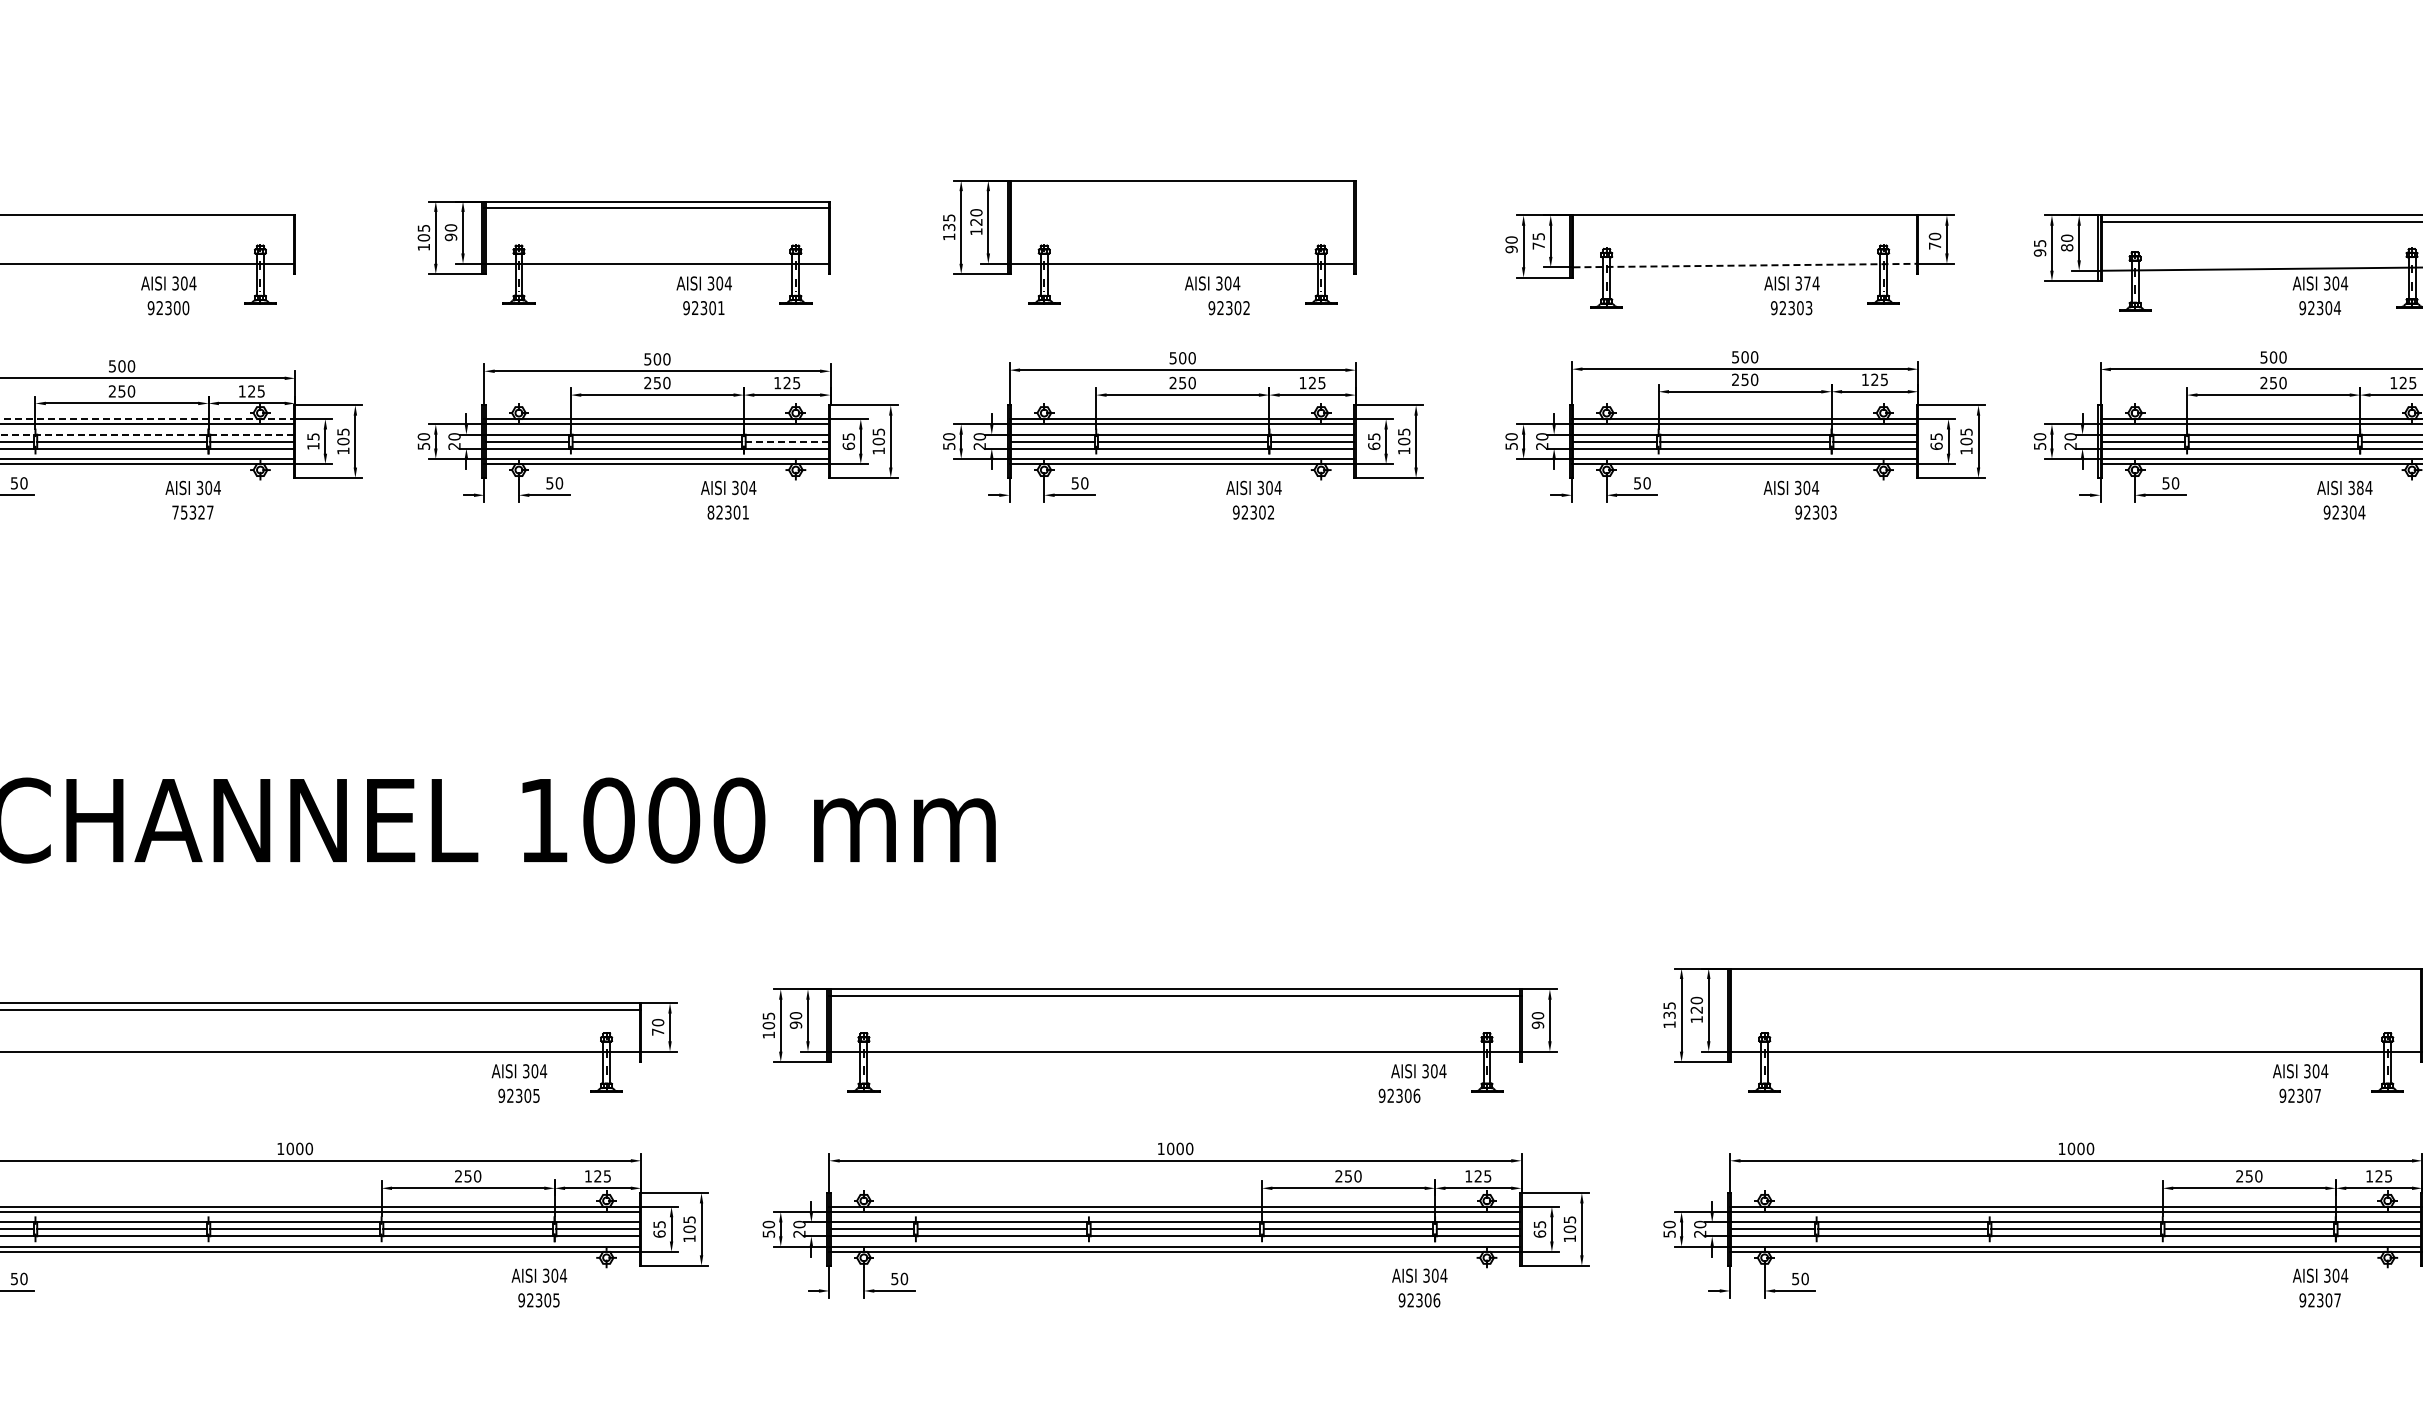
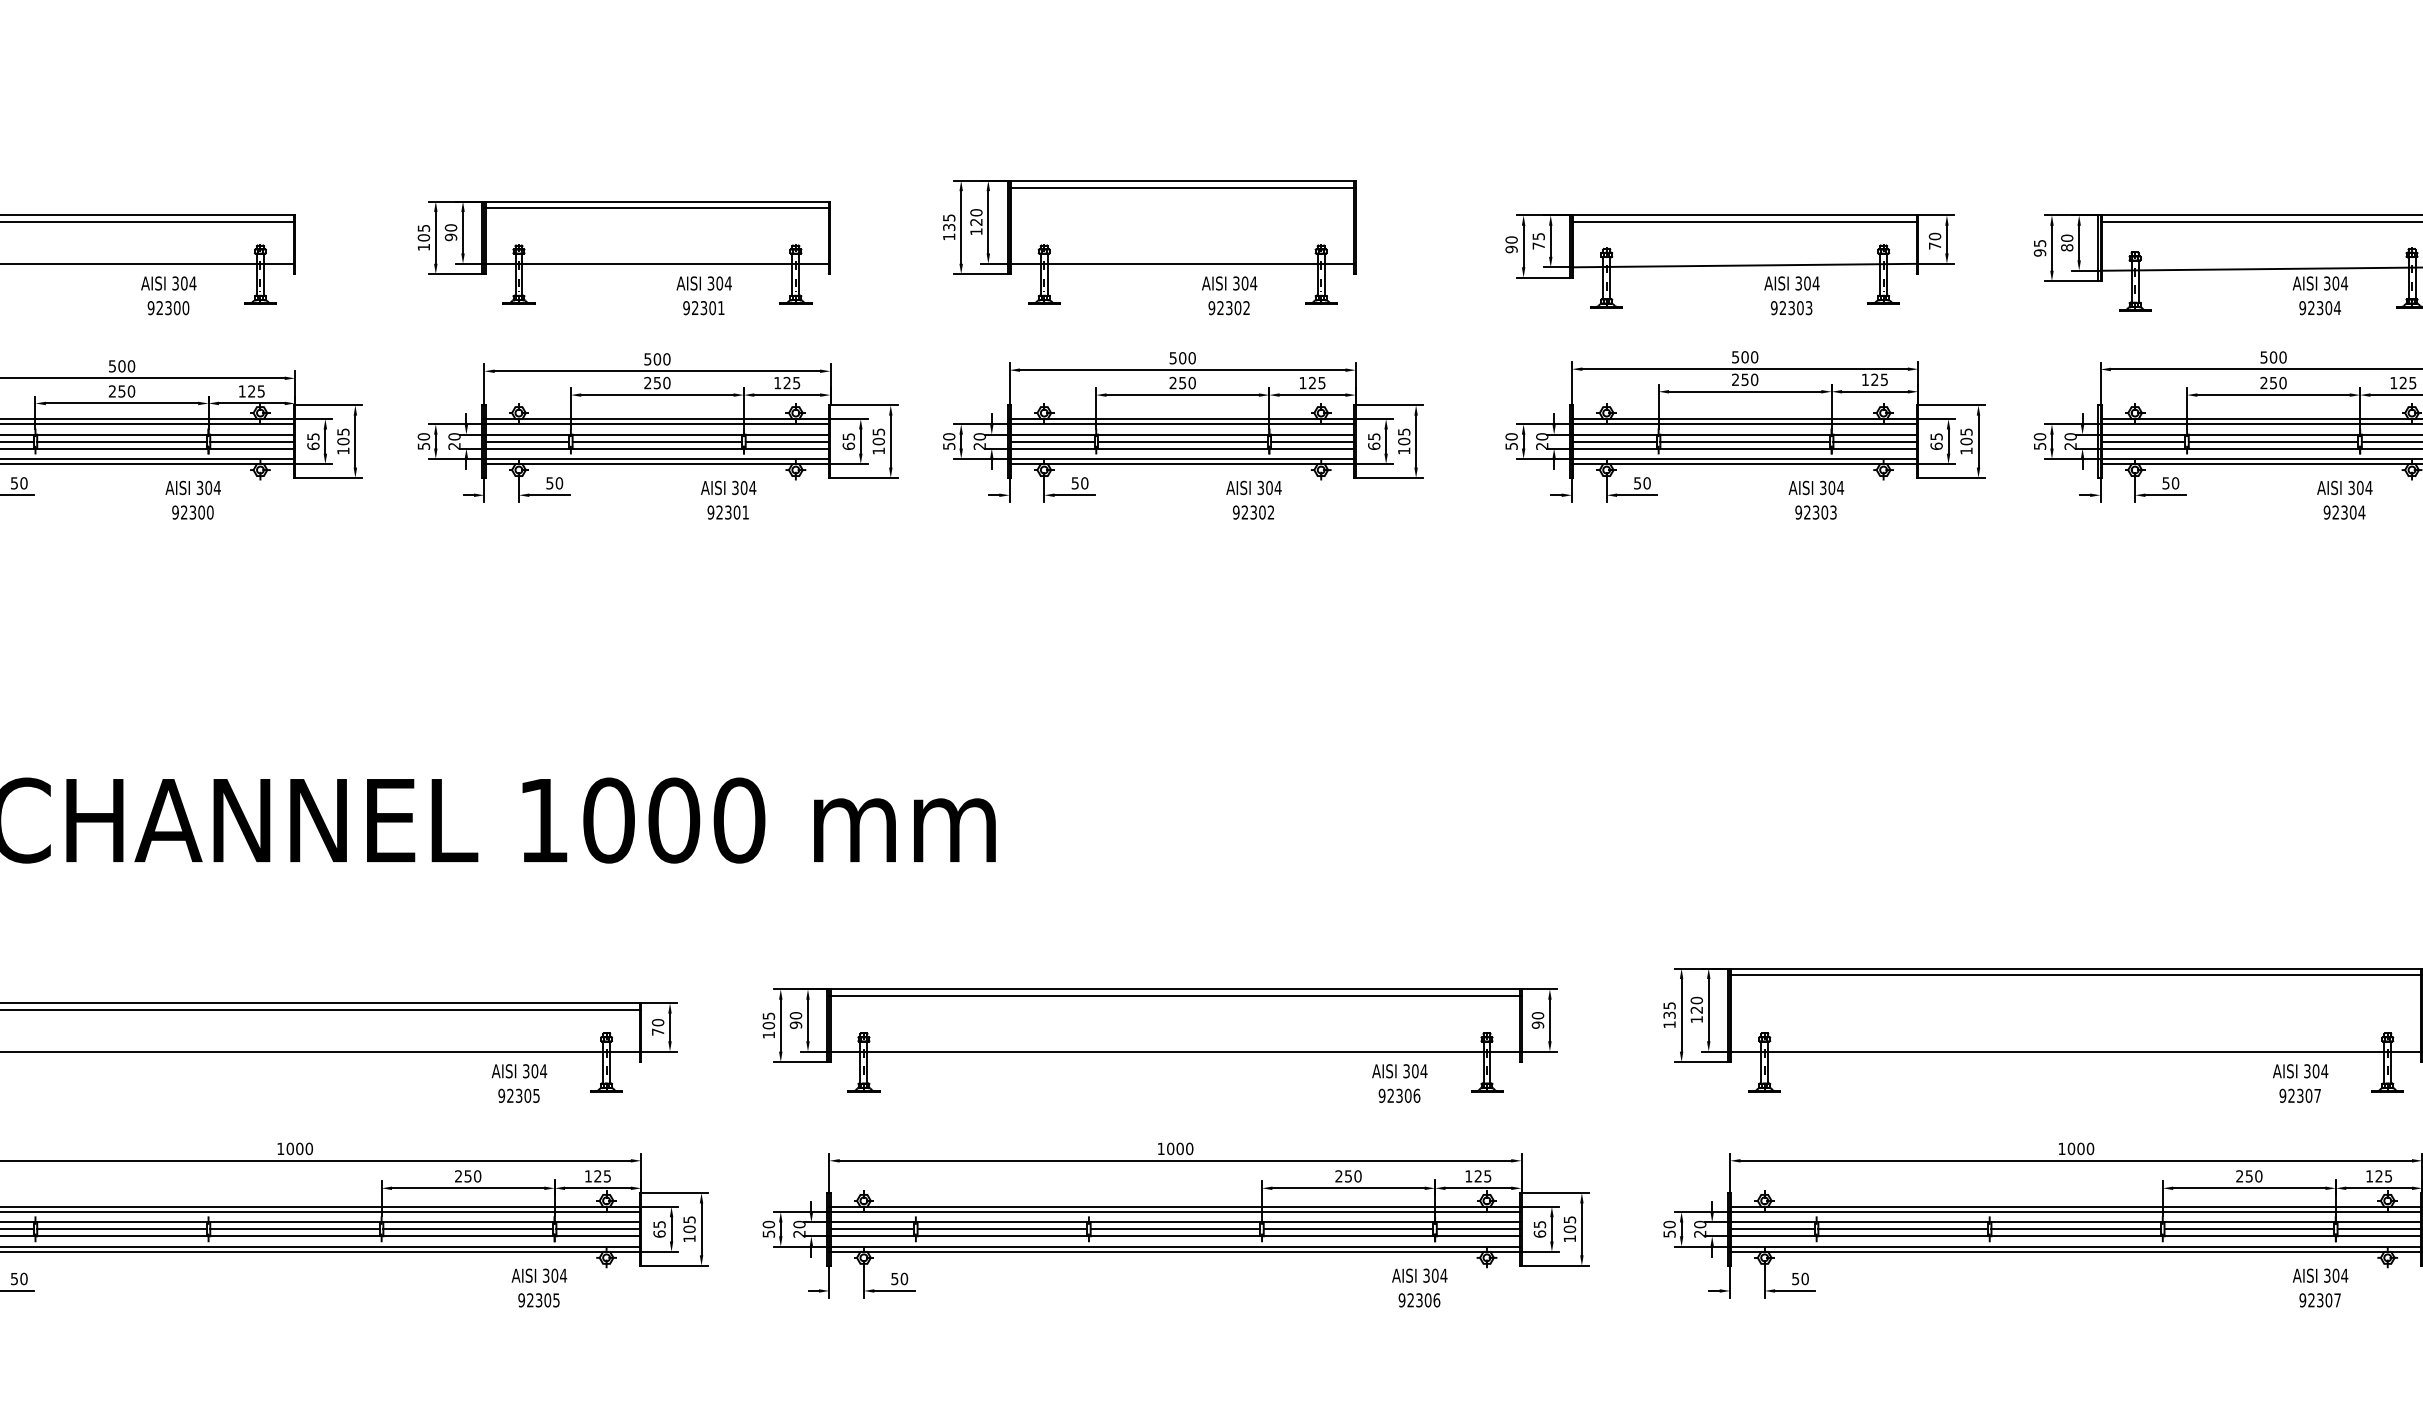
line at (1182, 187): none -> present
line at (148, 222): none -> present
line at (1745, 222): none -> present
line at (1745, 265): dashed -> solid
text at (1212, 283) position: (1212, 283) -> (1229, 283)
text at (1807, 283): 374 -> 304
line at (147, 419): dashed -> solid
line at (146, 434): dashed -> solid
line at (787, 441): dashed -> solid
text at (313, 445): 15 -> 65
text at (1791, 487) position: (1791, 487) -> (1816, 487)
text at (2360, 487): 384 -> 304
text at (192, 512): 75327 -> 92300
text at (710, 512): 82301 -> 92301
line at (2074, 975): none -> present
text at (1418, 1071) position: (1418, 1071) -> (1399, 1071)
